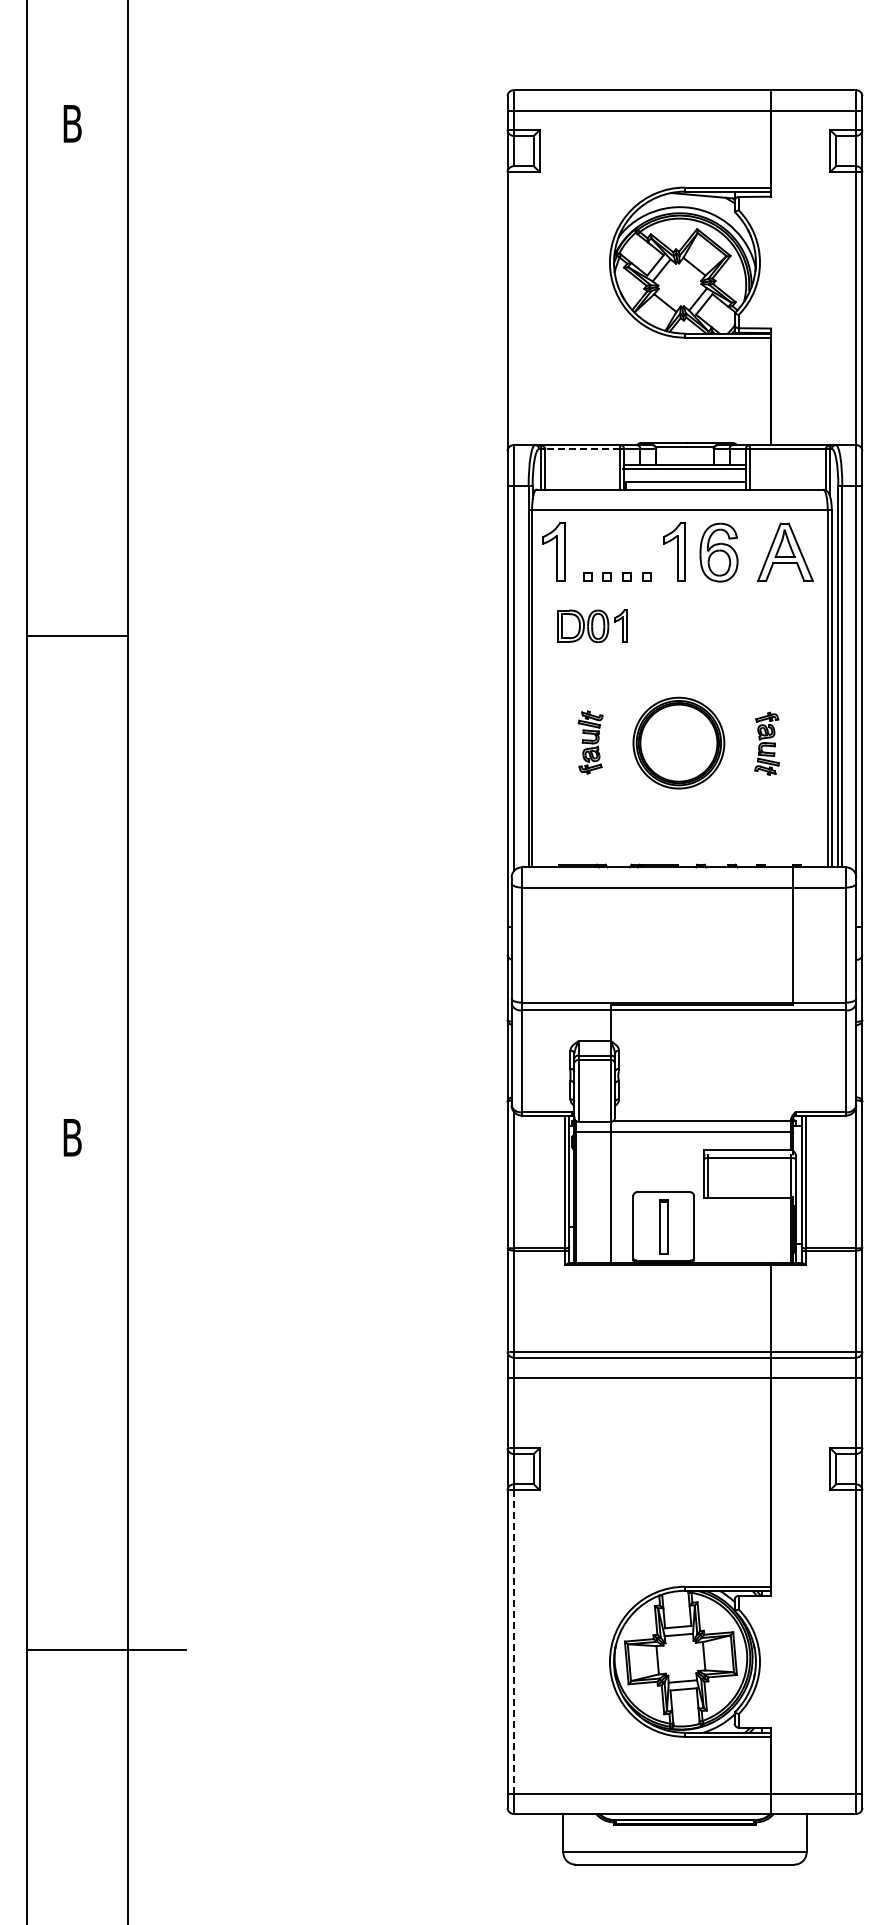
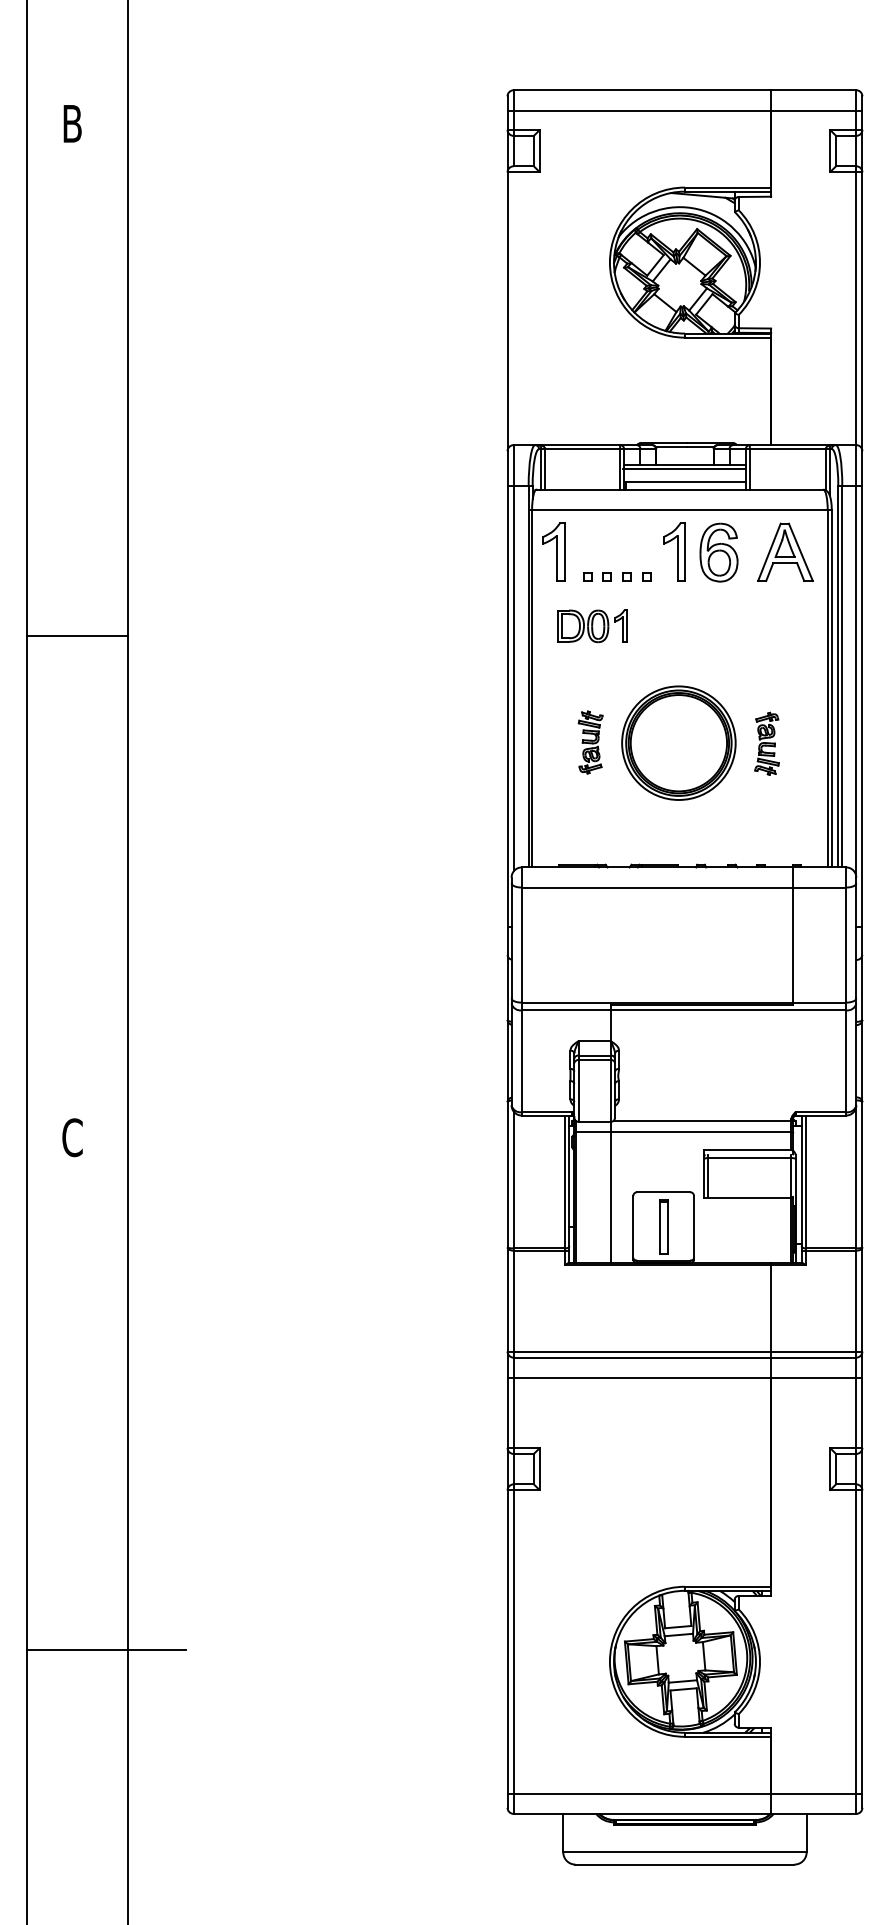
line at (582, 449): dashed -> solid
part at (678, 742) size: 94x94 px -> 116x116 px
text at (72, 1137): B -> C
line at (513, 1642): dashed -> solid
